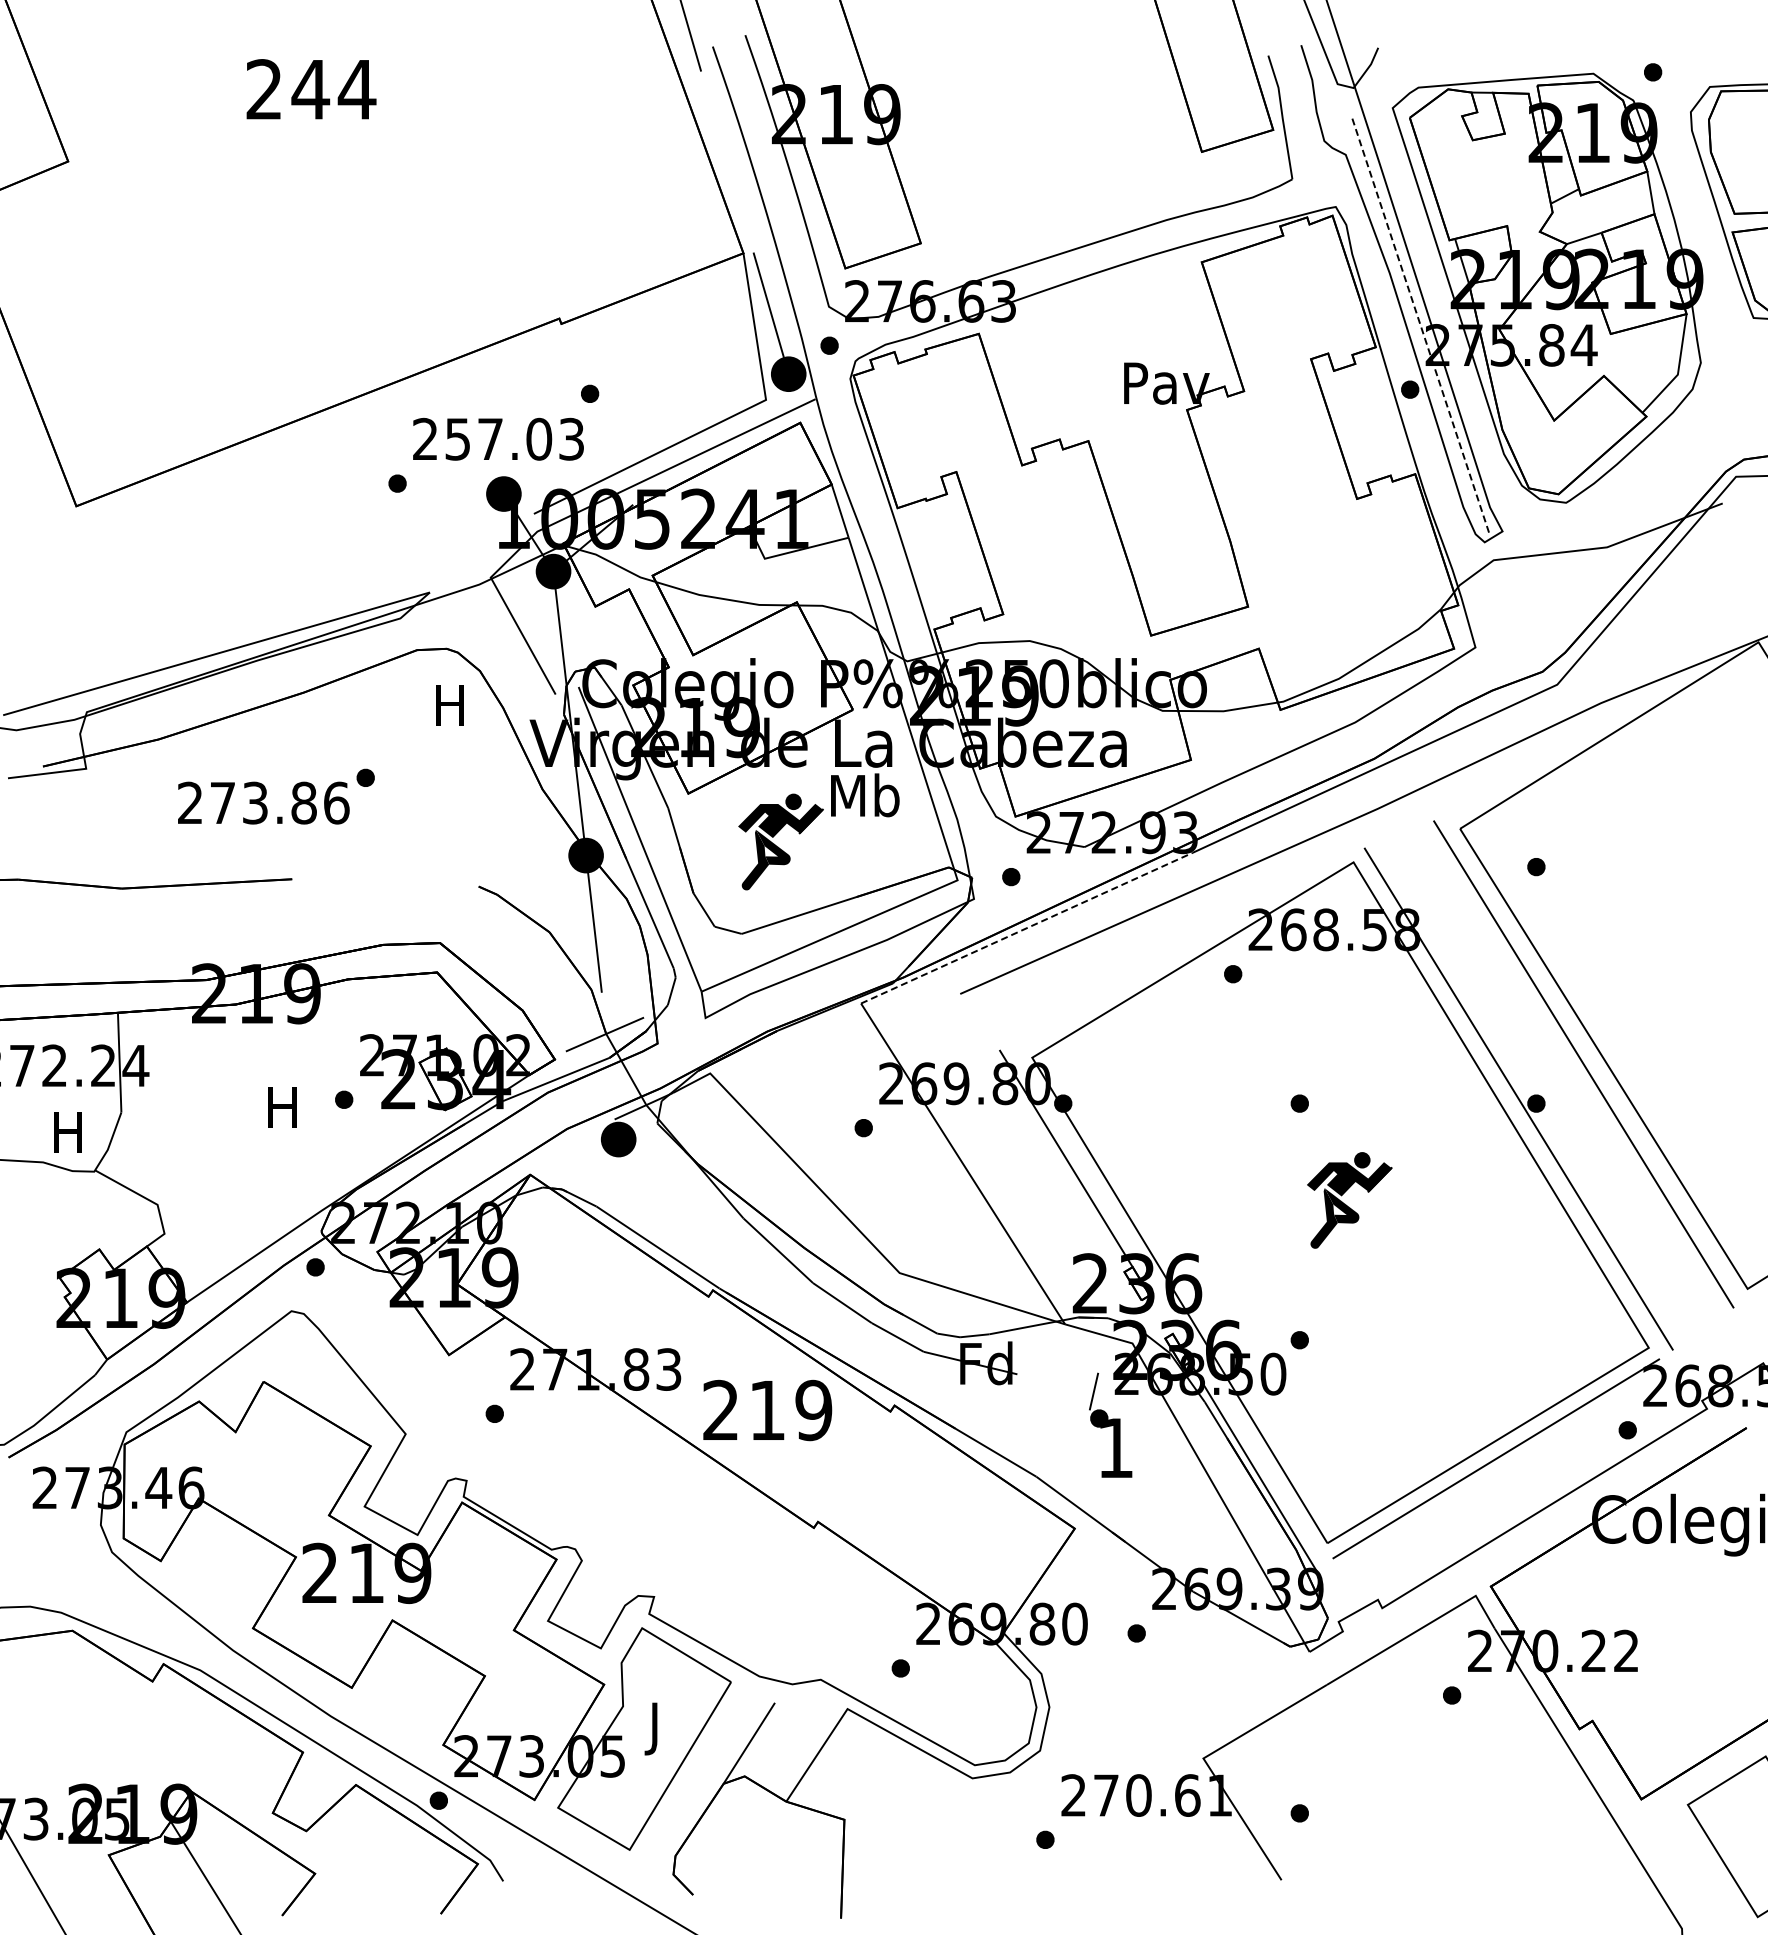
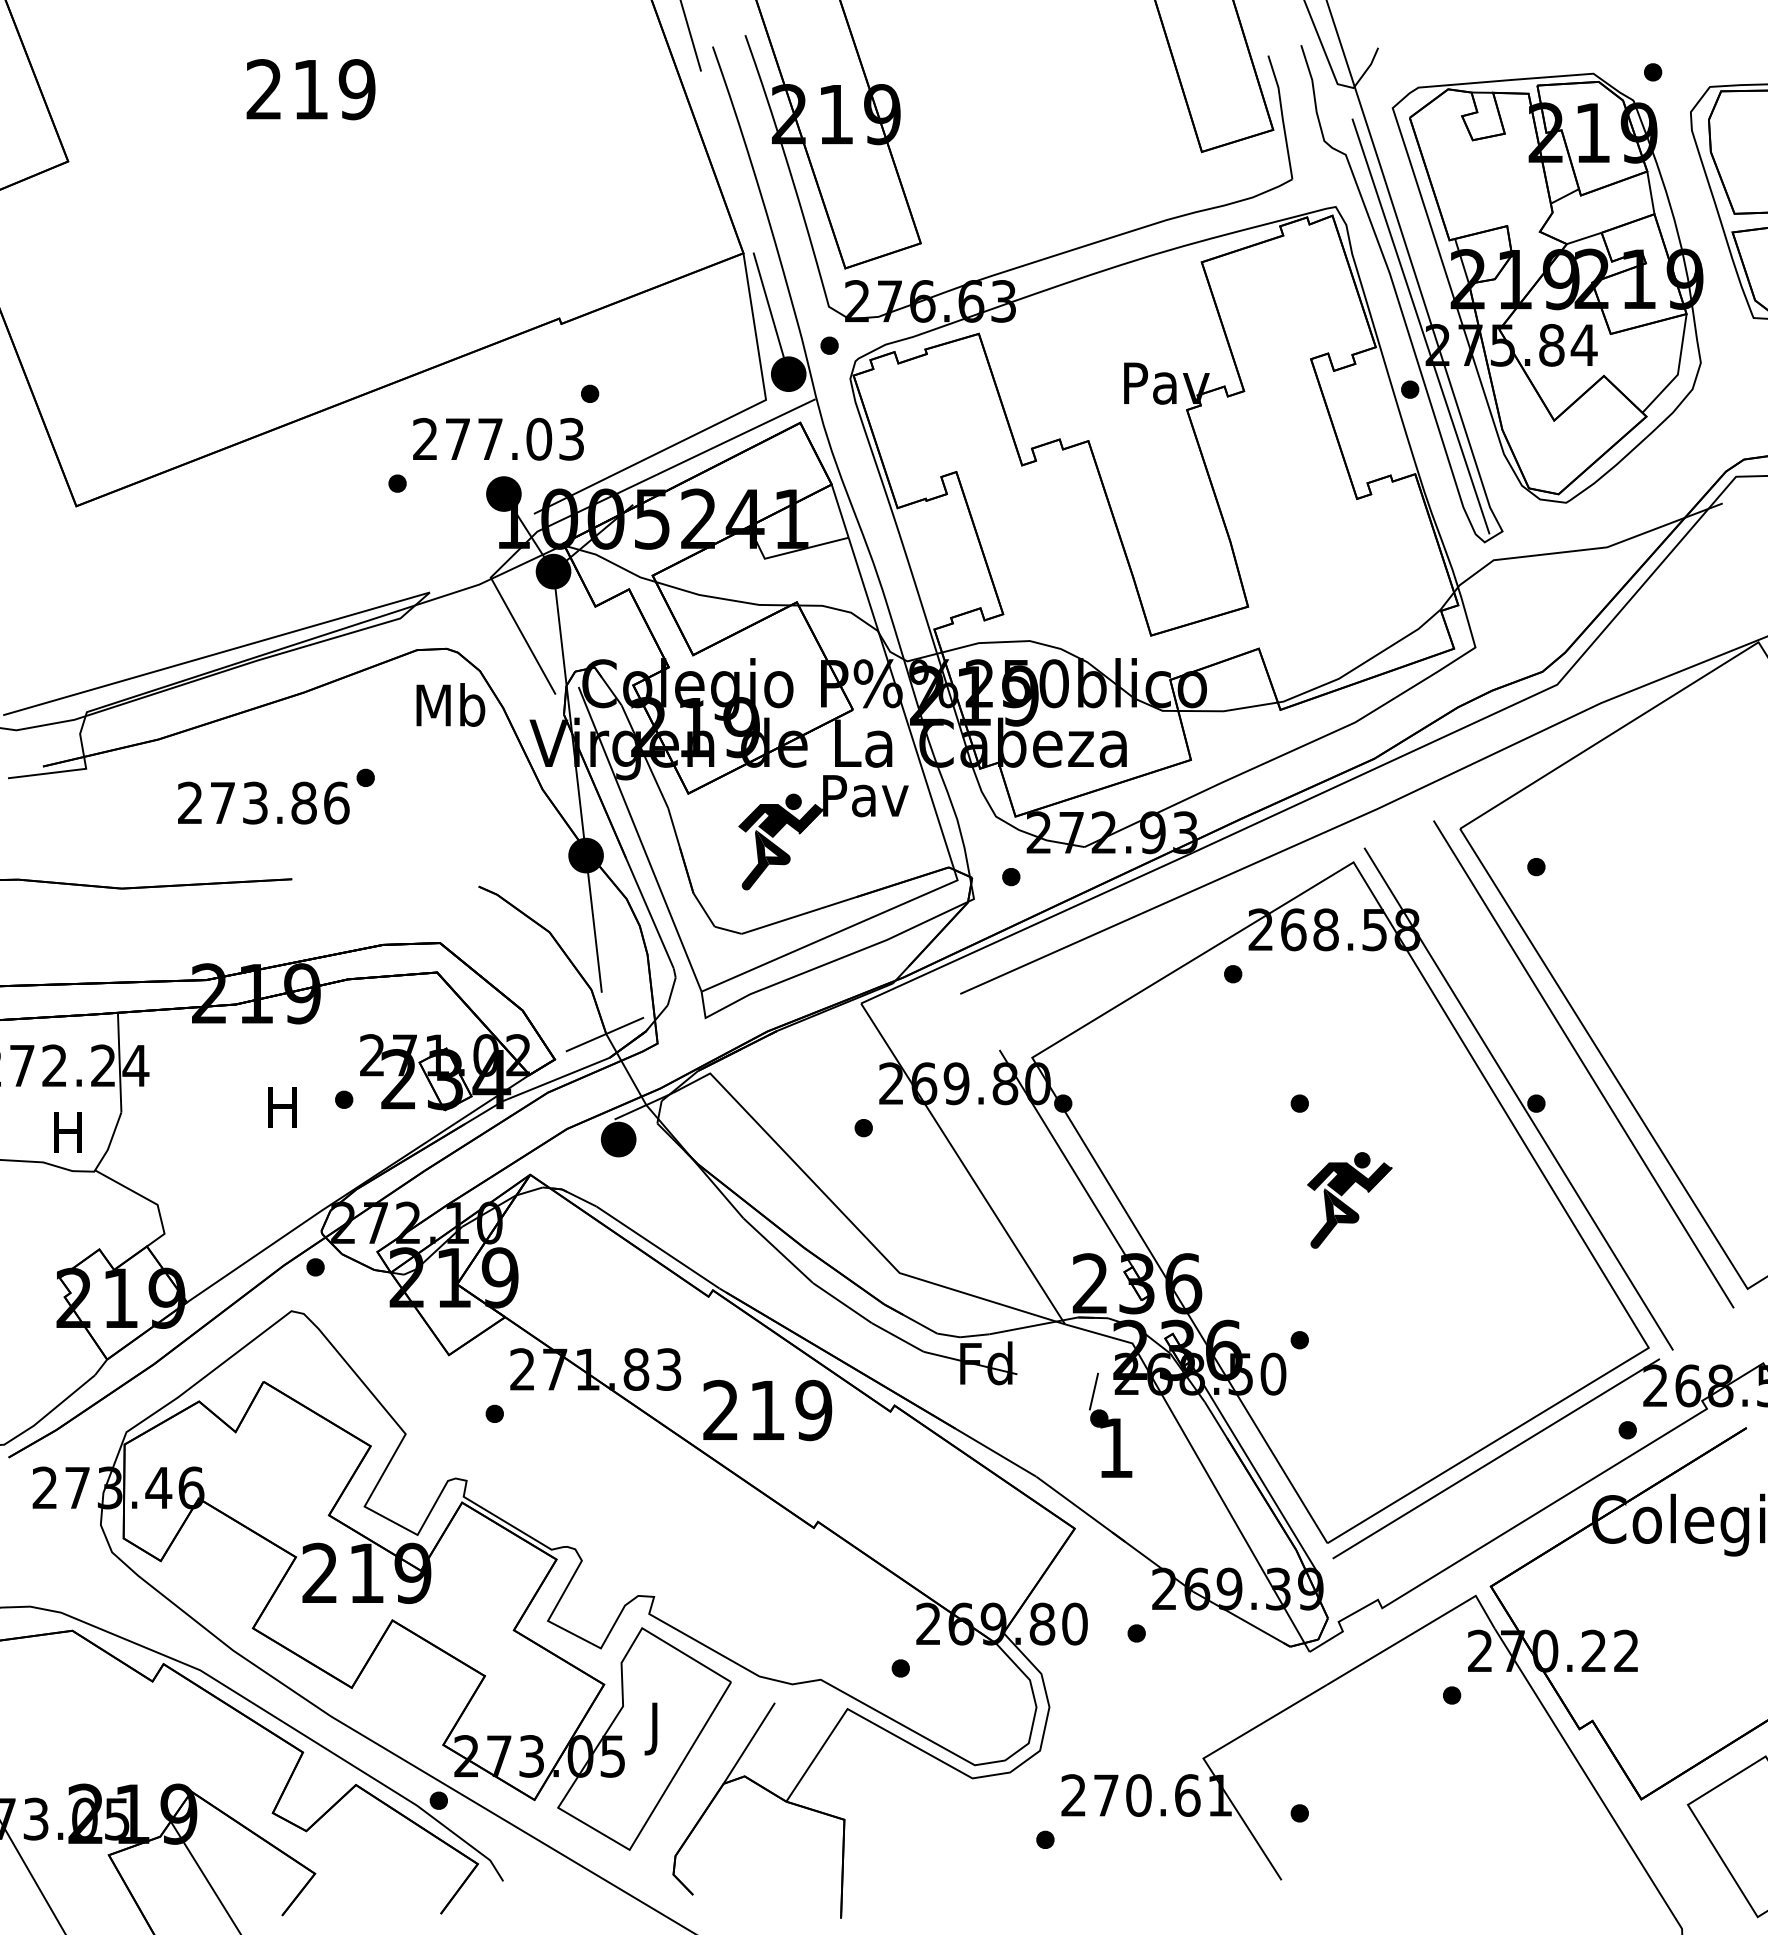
text at (333, 89): 244 -> 219
line at (1420, 326): dashed -> solid
text at (457, 439): 257.03 -> 277.03
text at (450, 704): H -> Mb
text at (865, 795): Mb -> Pav
line at (1027, 927): dashed -> solid
